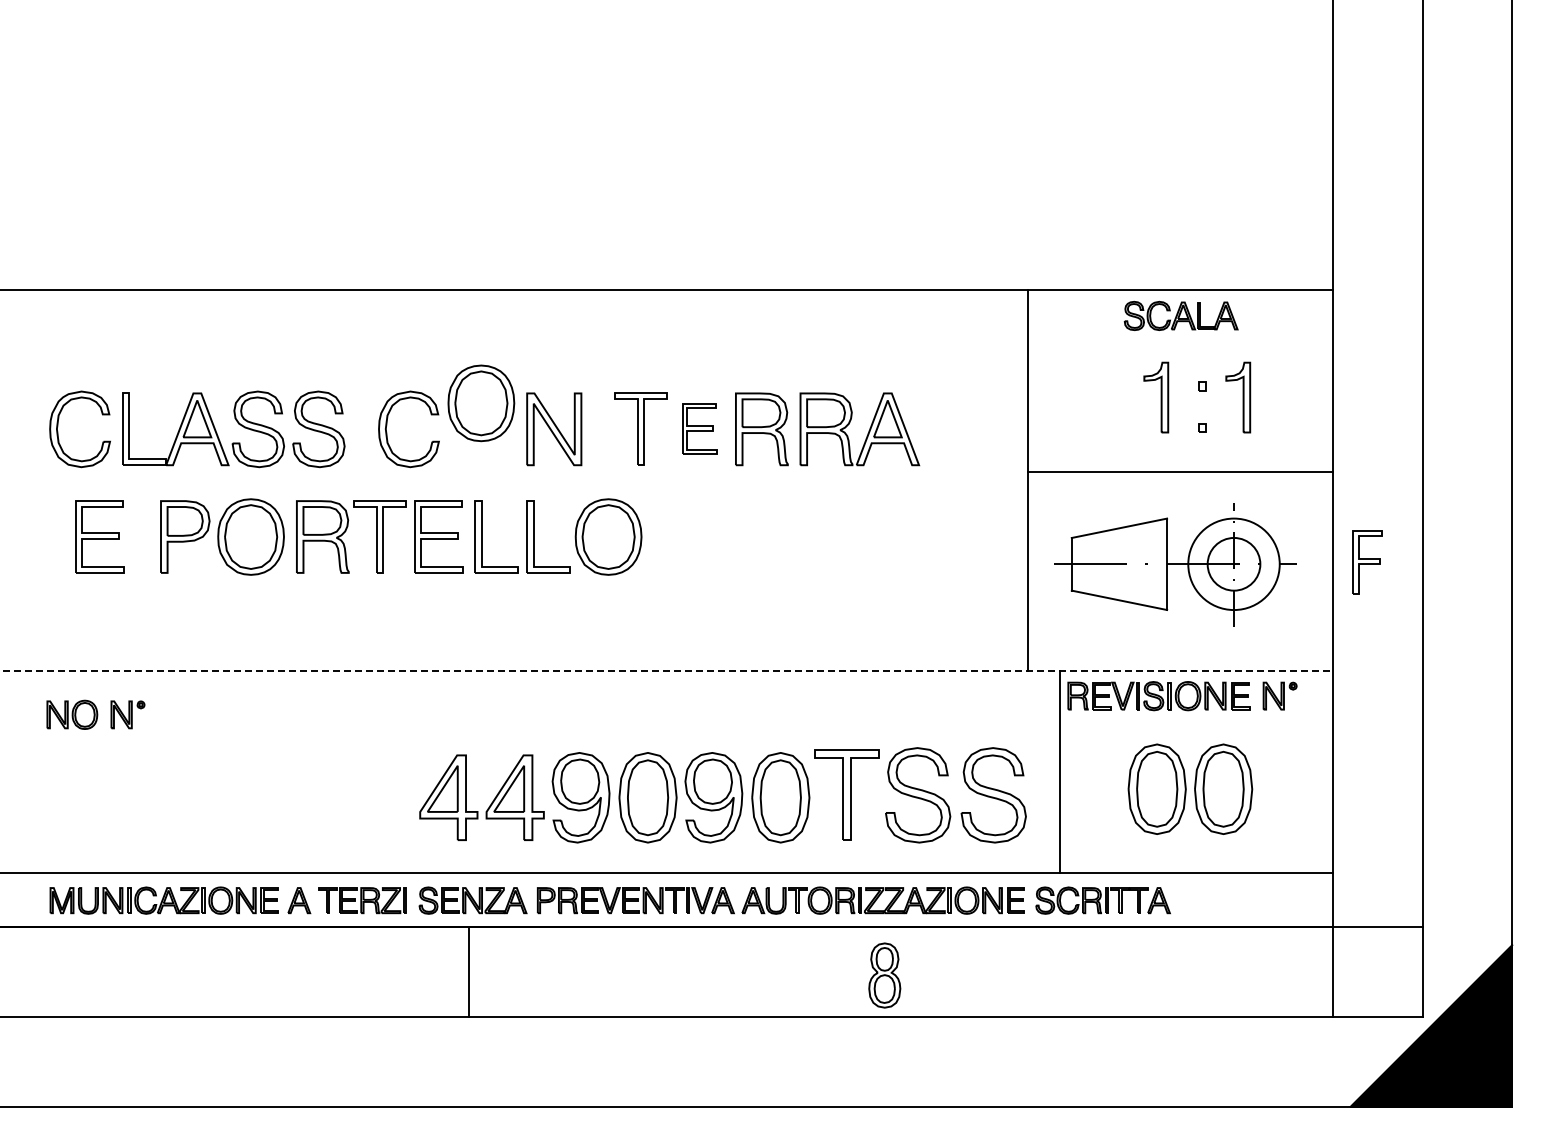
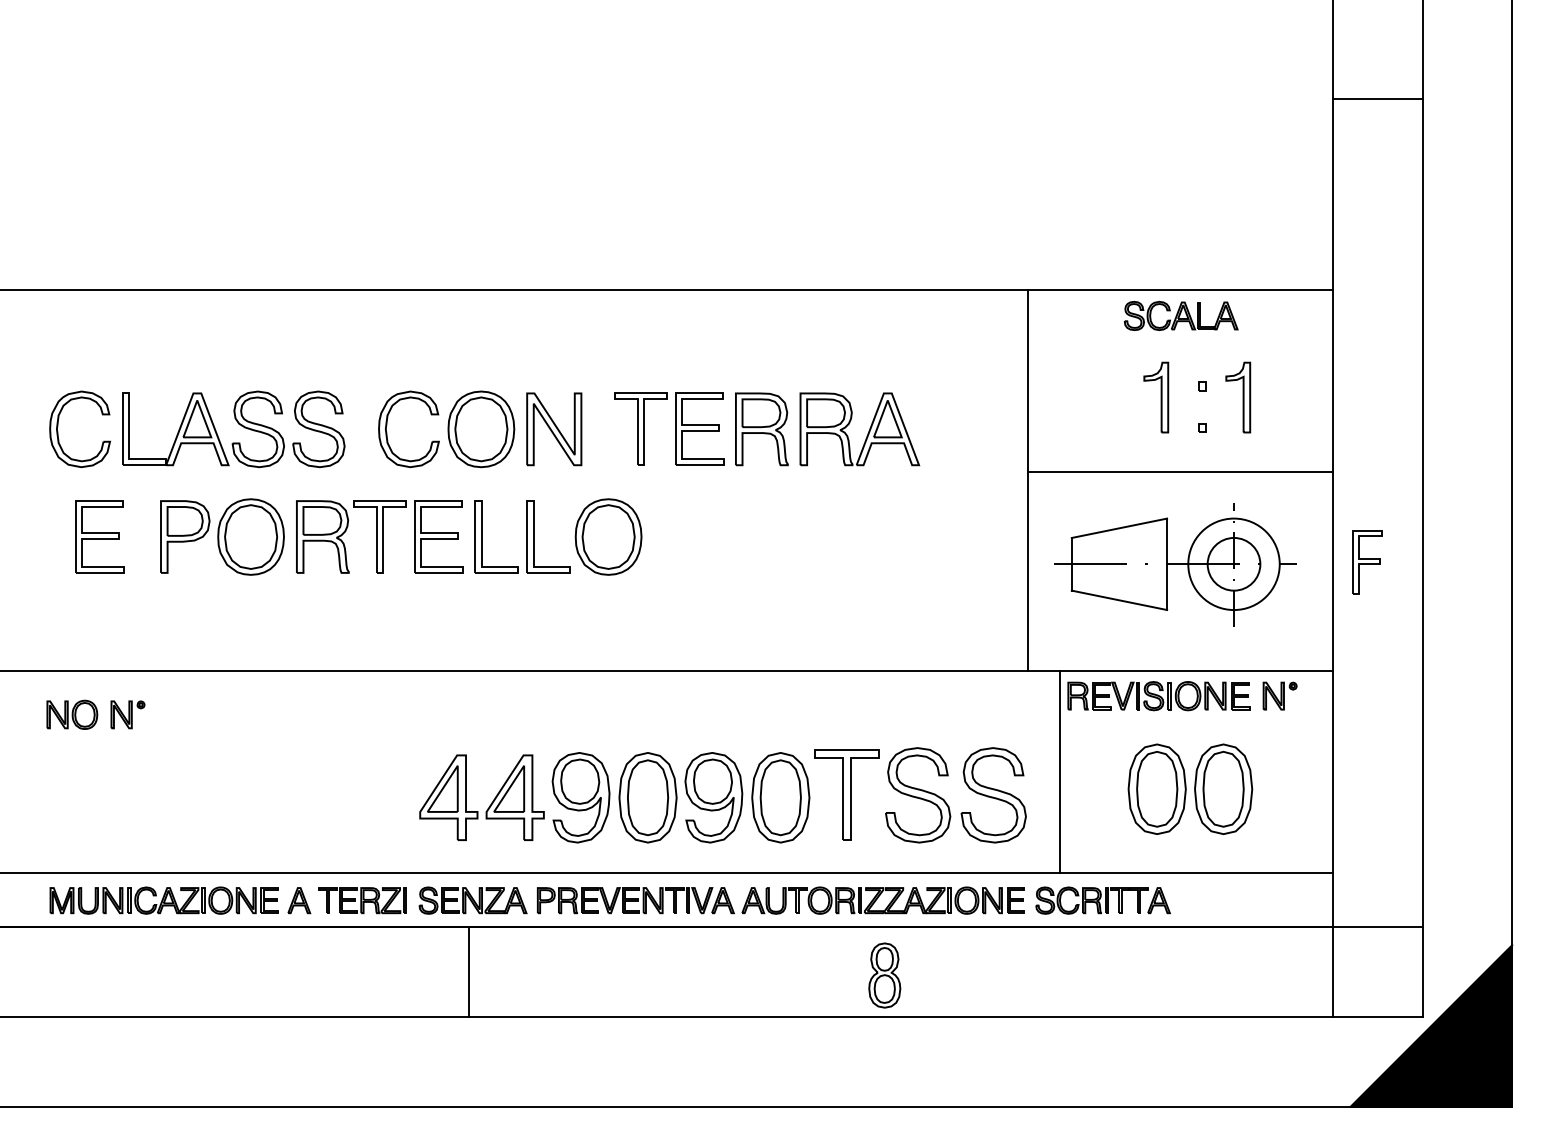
line at (1377, 98): none -> present
part at (481, 403) position: (481, 403) -> (481, 429)
part at (699, 428) size: 36x52 px -> 50x74 px
line at (666, 670): dashed -> solid
